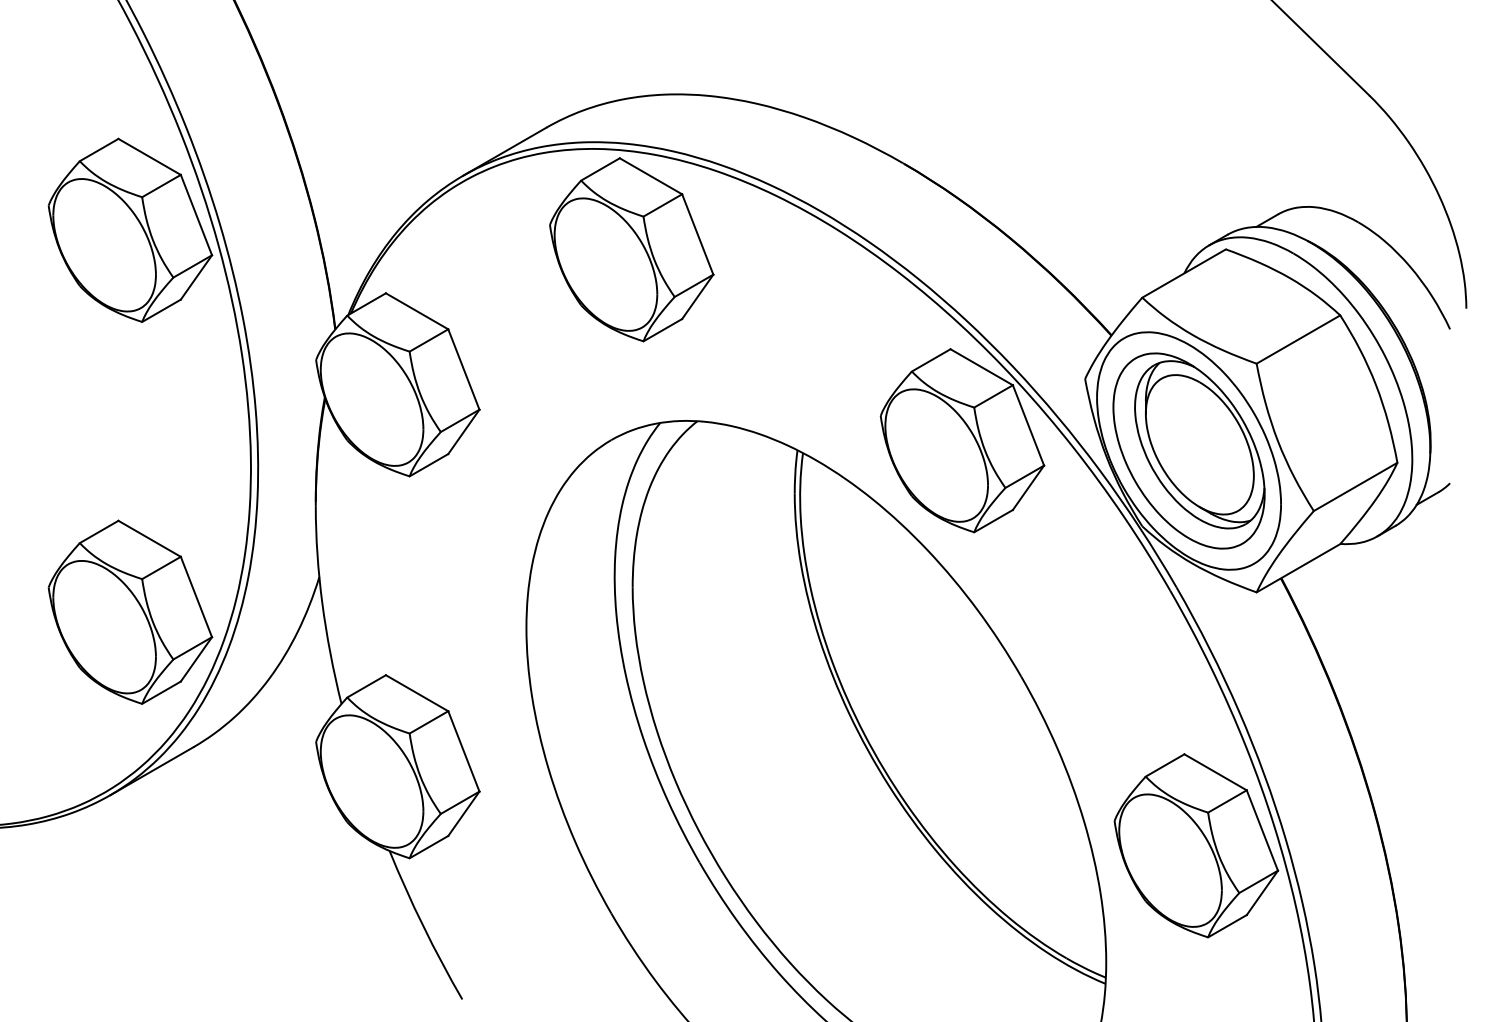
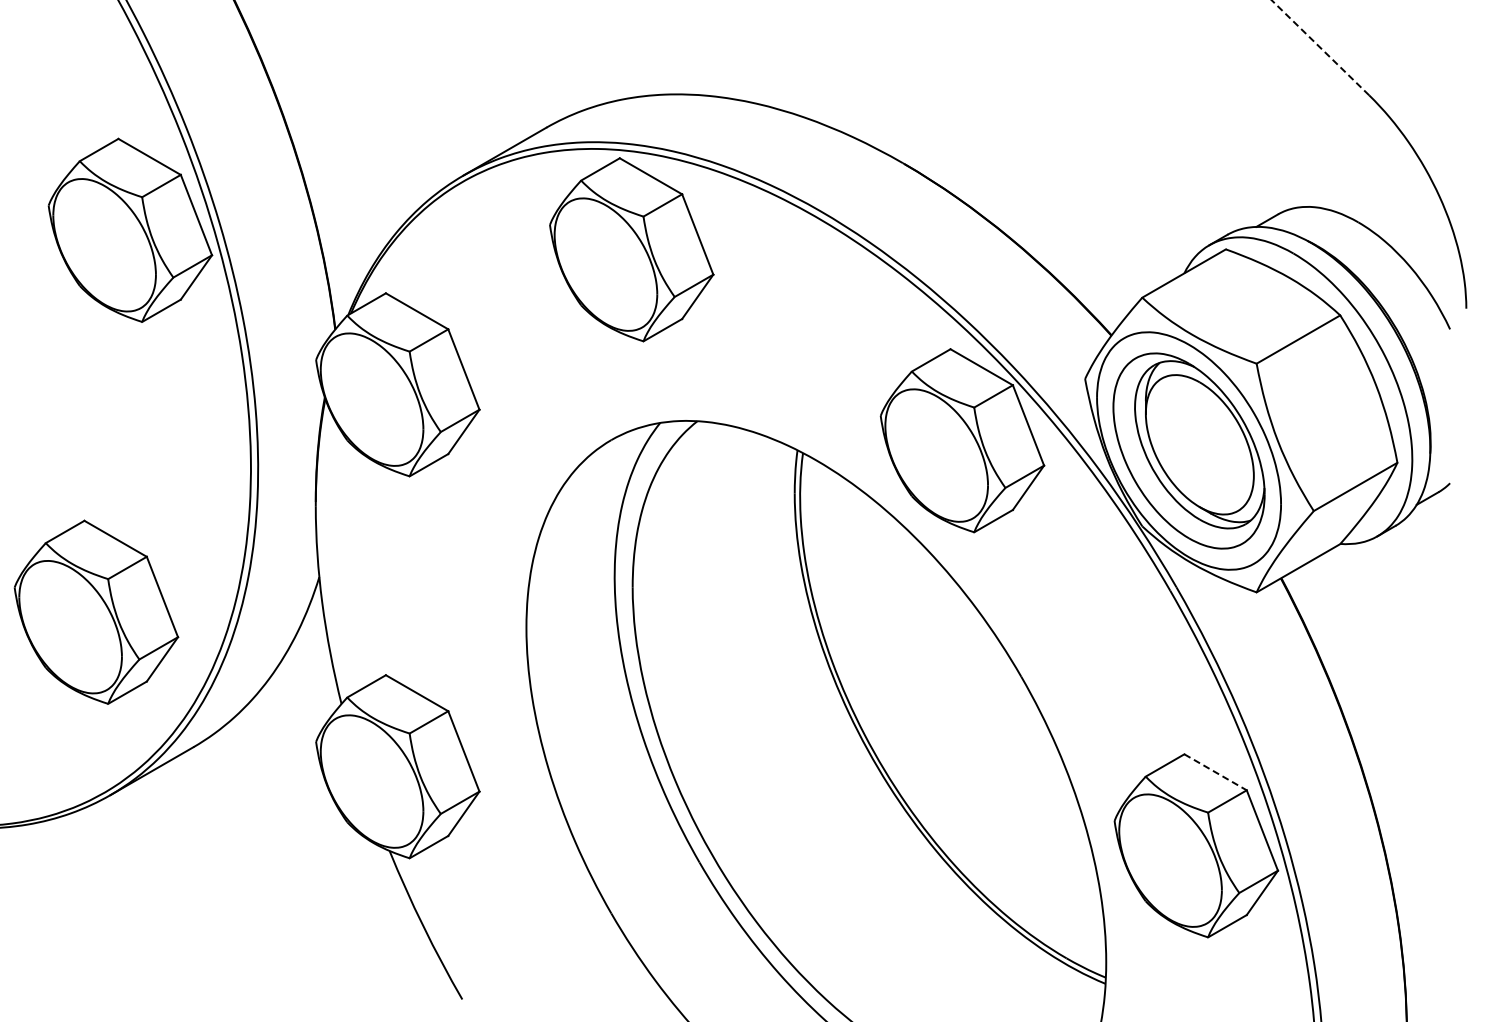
line at (1320, 47): solid -> dashed
part at (130, 611) position: (130, 611) -> (96, 611)
line at (1216, 772): solid -> dashed
